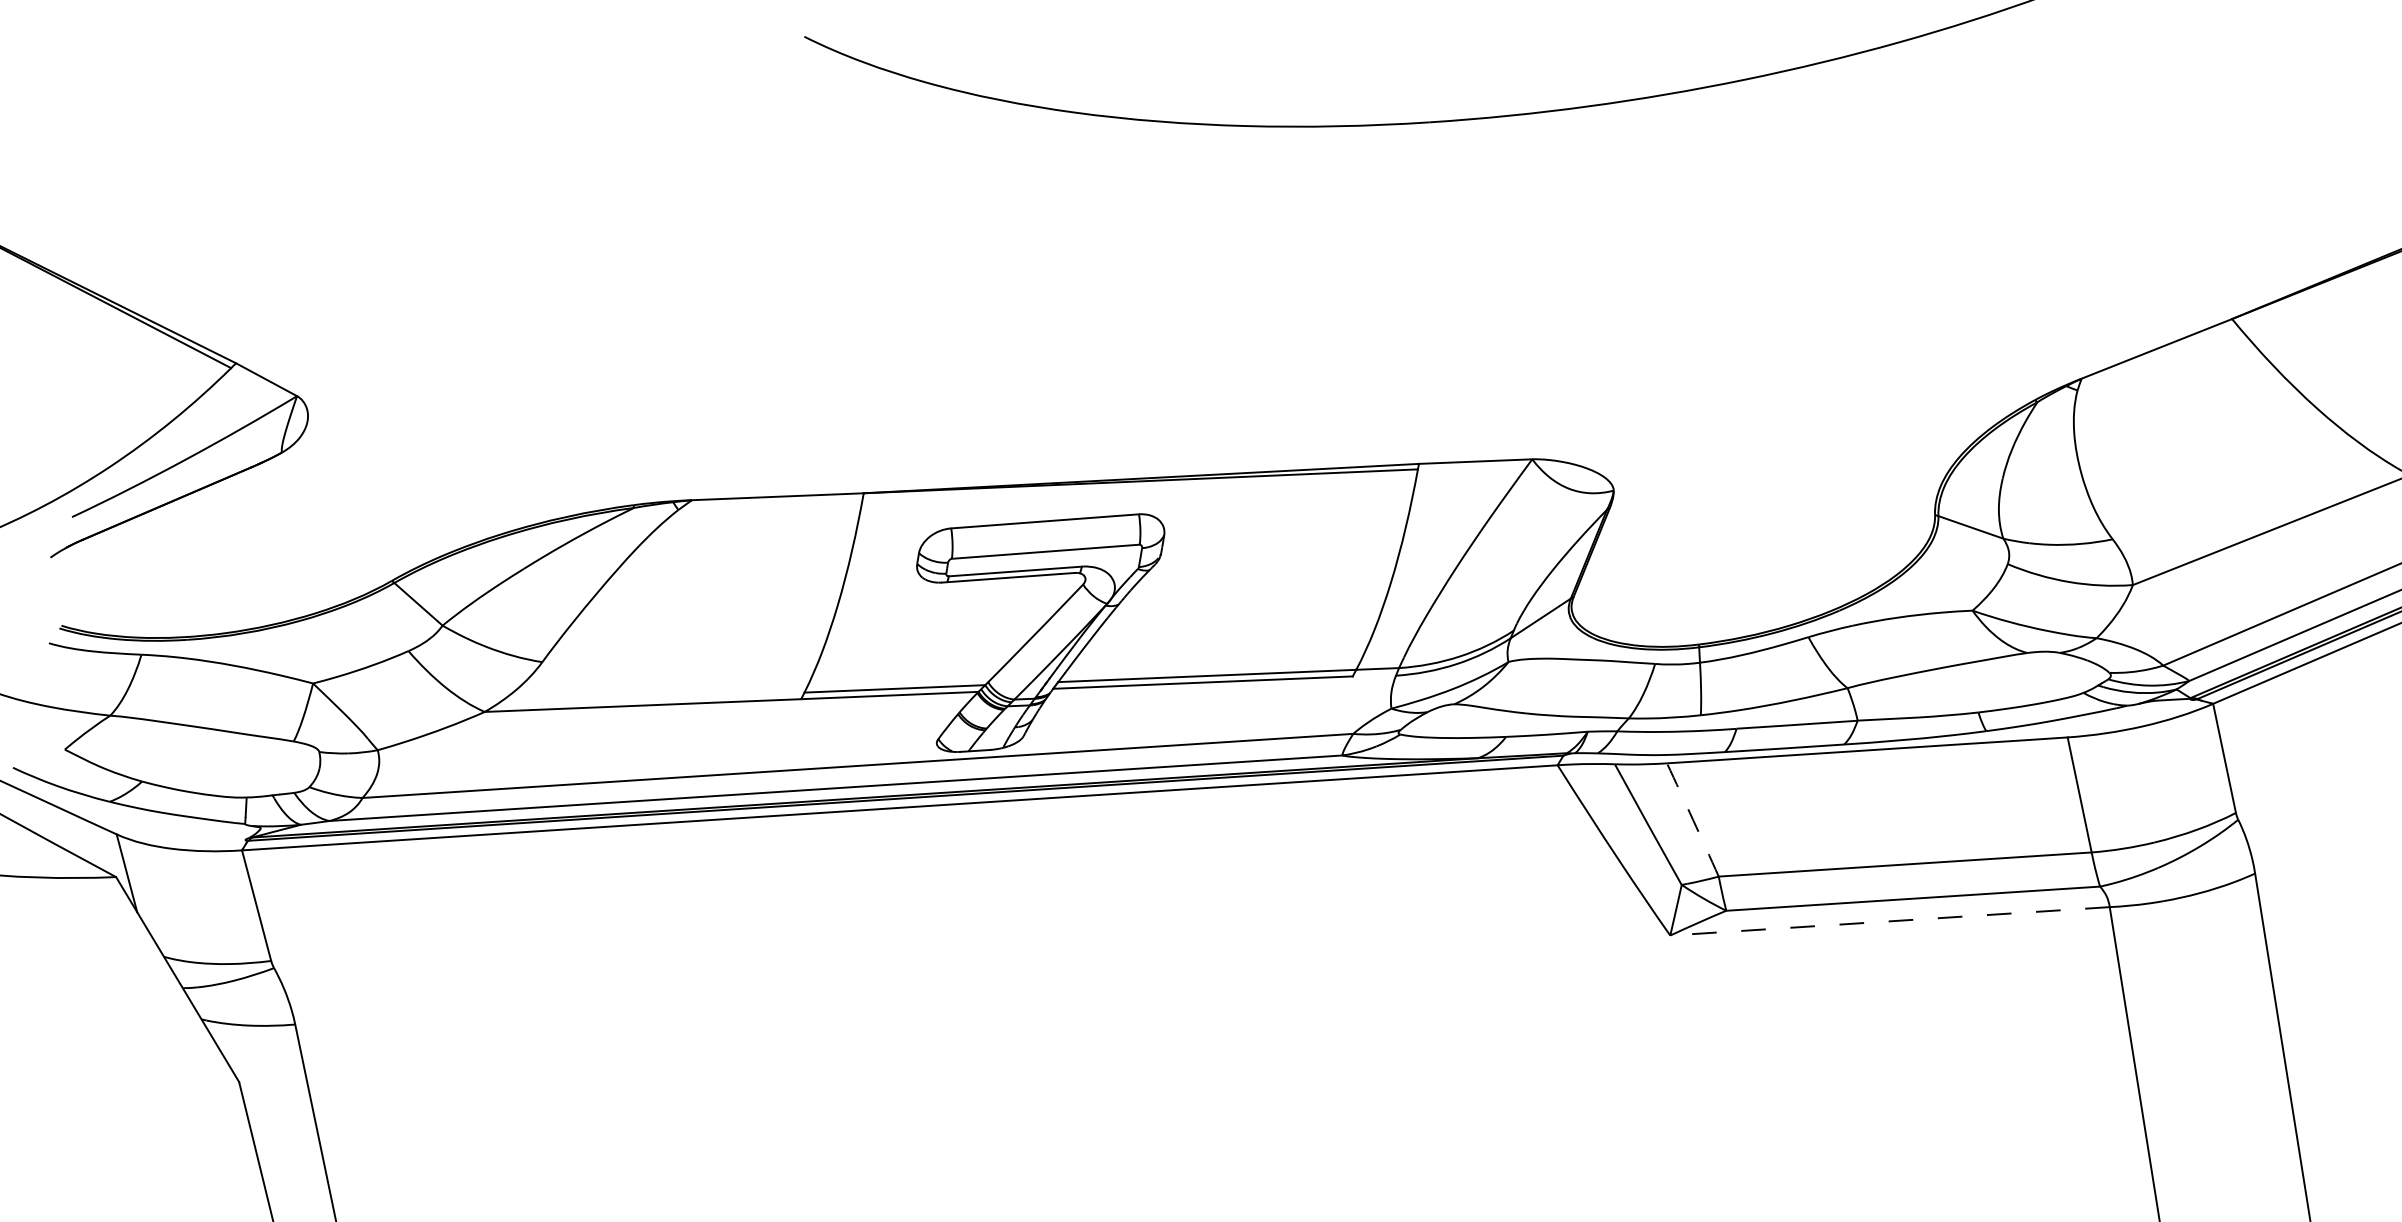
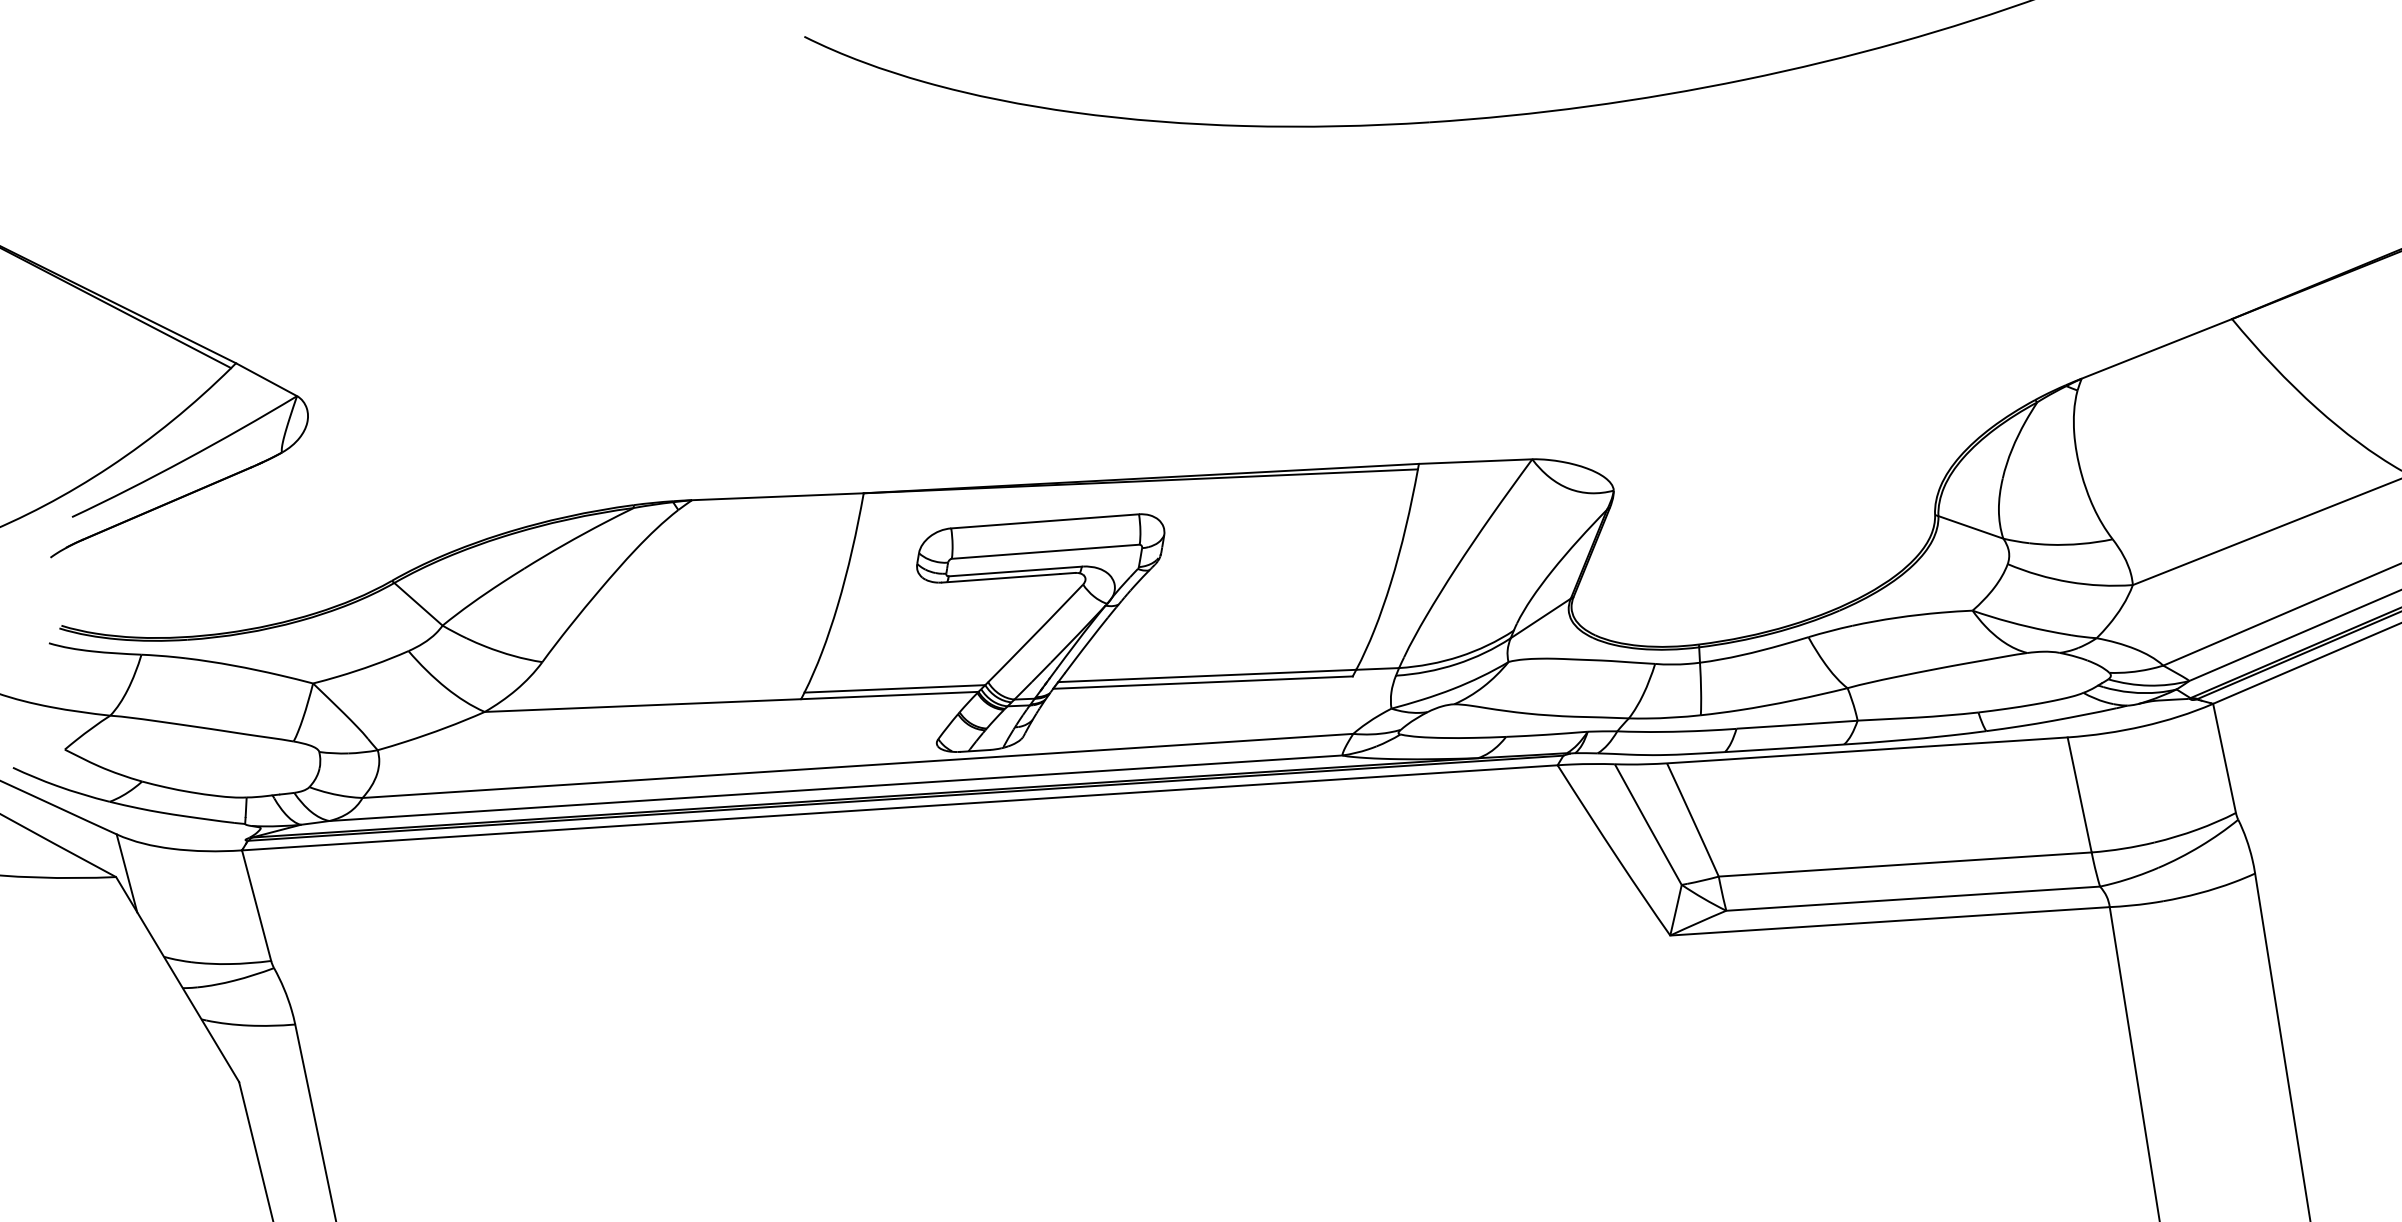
arc at (1693, 819): dashed -> solid
line at (1889, 921): dashed -> solid
